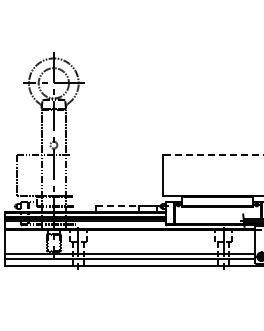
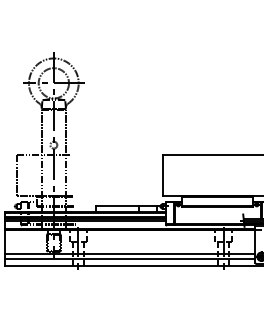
line at (213, 154): dashed -> solid
line at (118, 205): dashed -> solid
